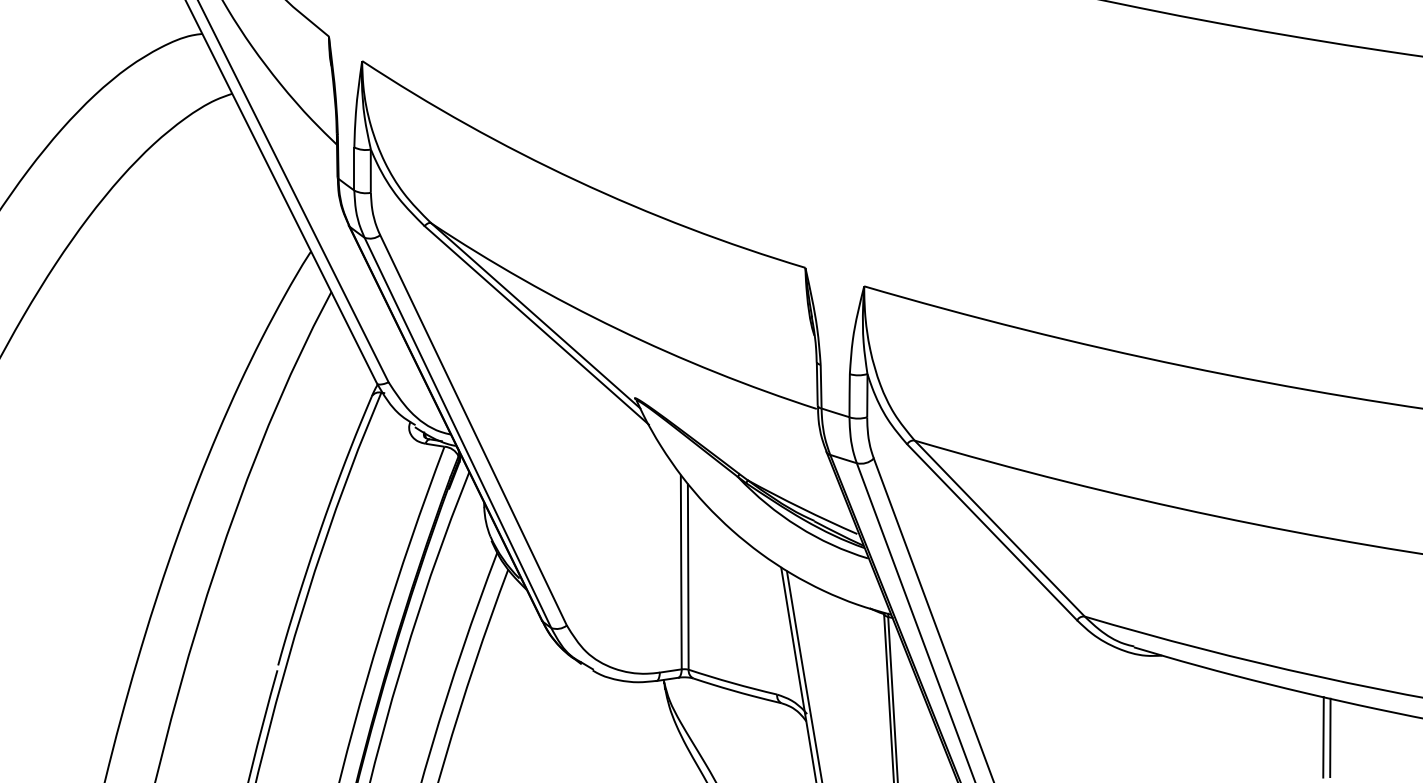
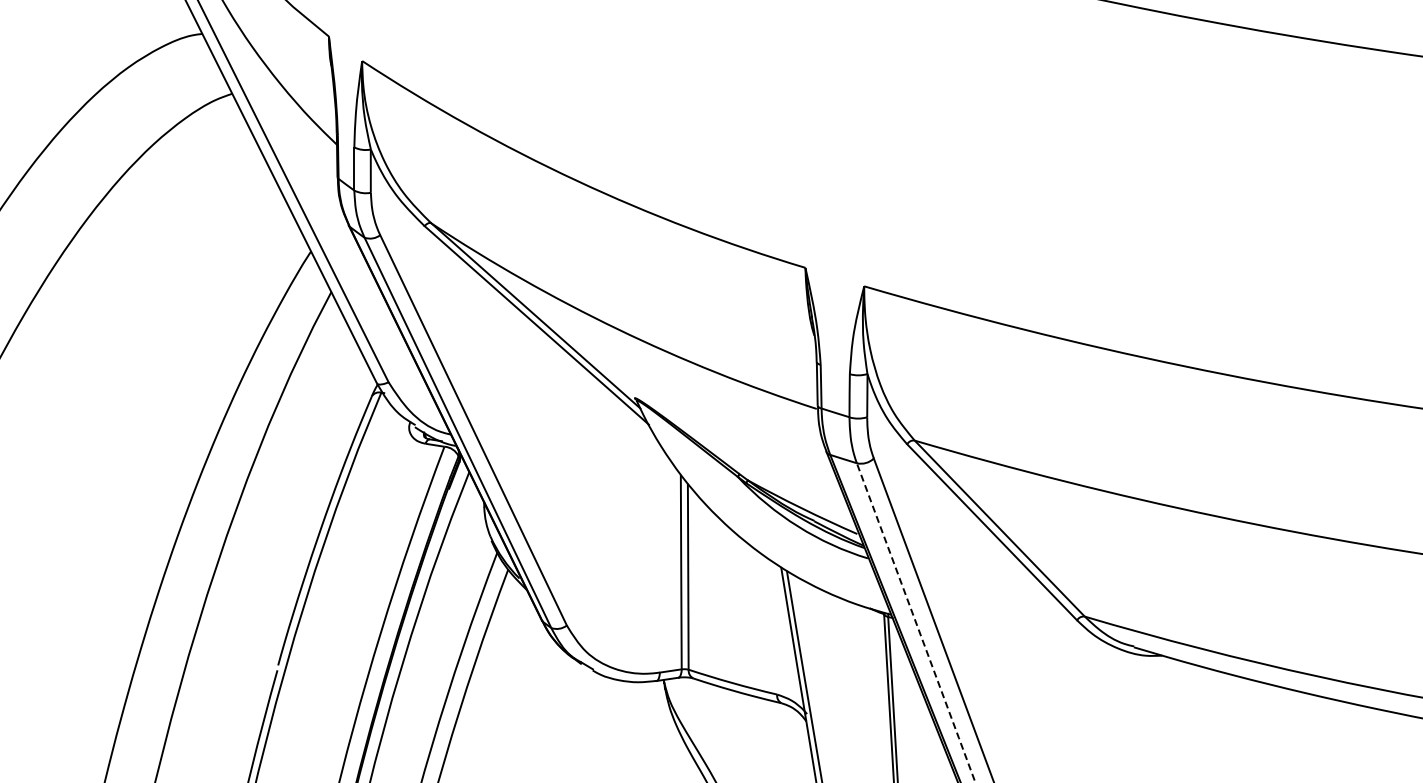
line at (916, 623): solid -> dashed
line at (1323, 737): present -> none
line at (1330, 737): present -> none
